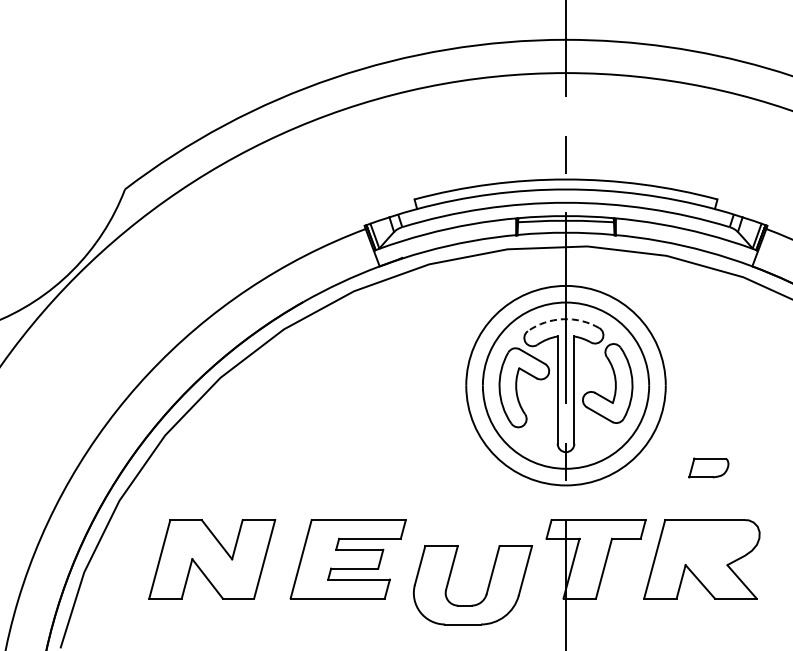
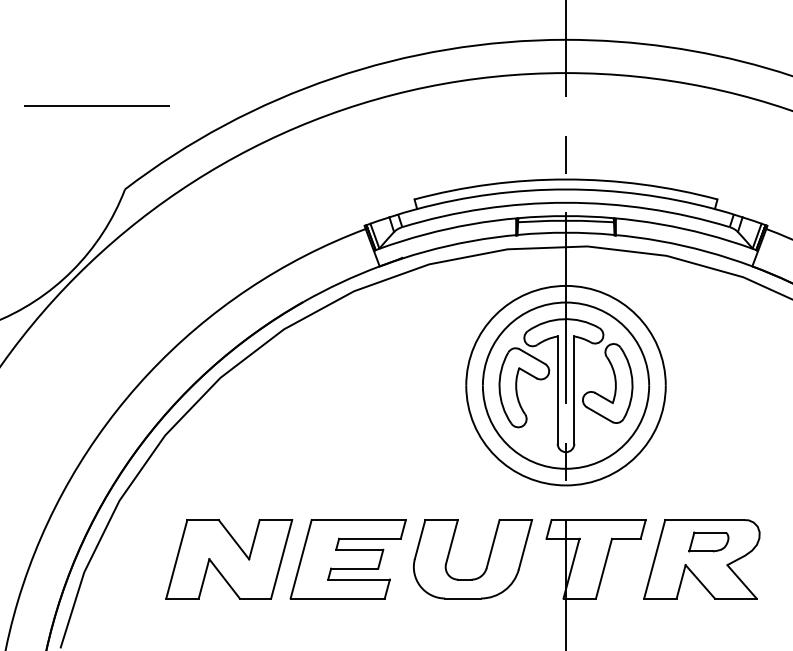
line at (96, 106): none -> present
arc at (563, 319): dashed -> solid
part at (708, 467) position: (708, 467) -> (708, 541)
part at (212, 559) position: (212, 559) -> (229, 559)
part at (486, 590) position: (486, 590) -> (486, 564)
